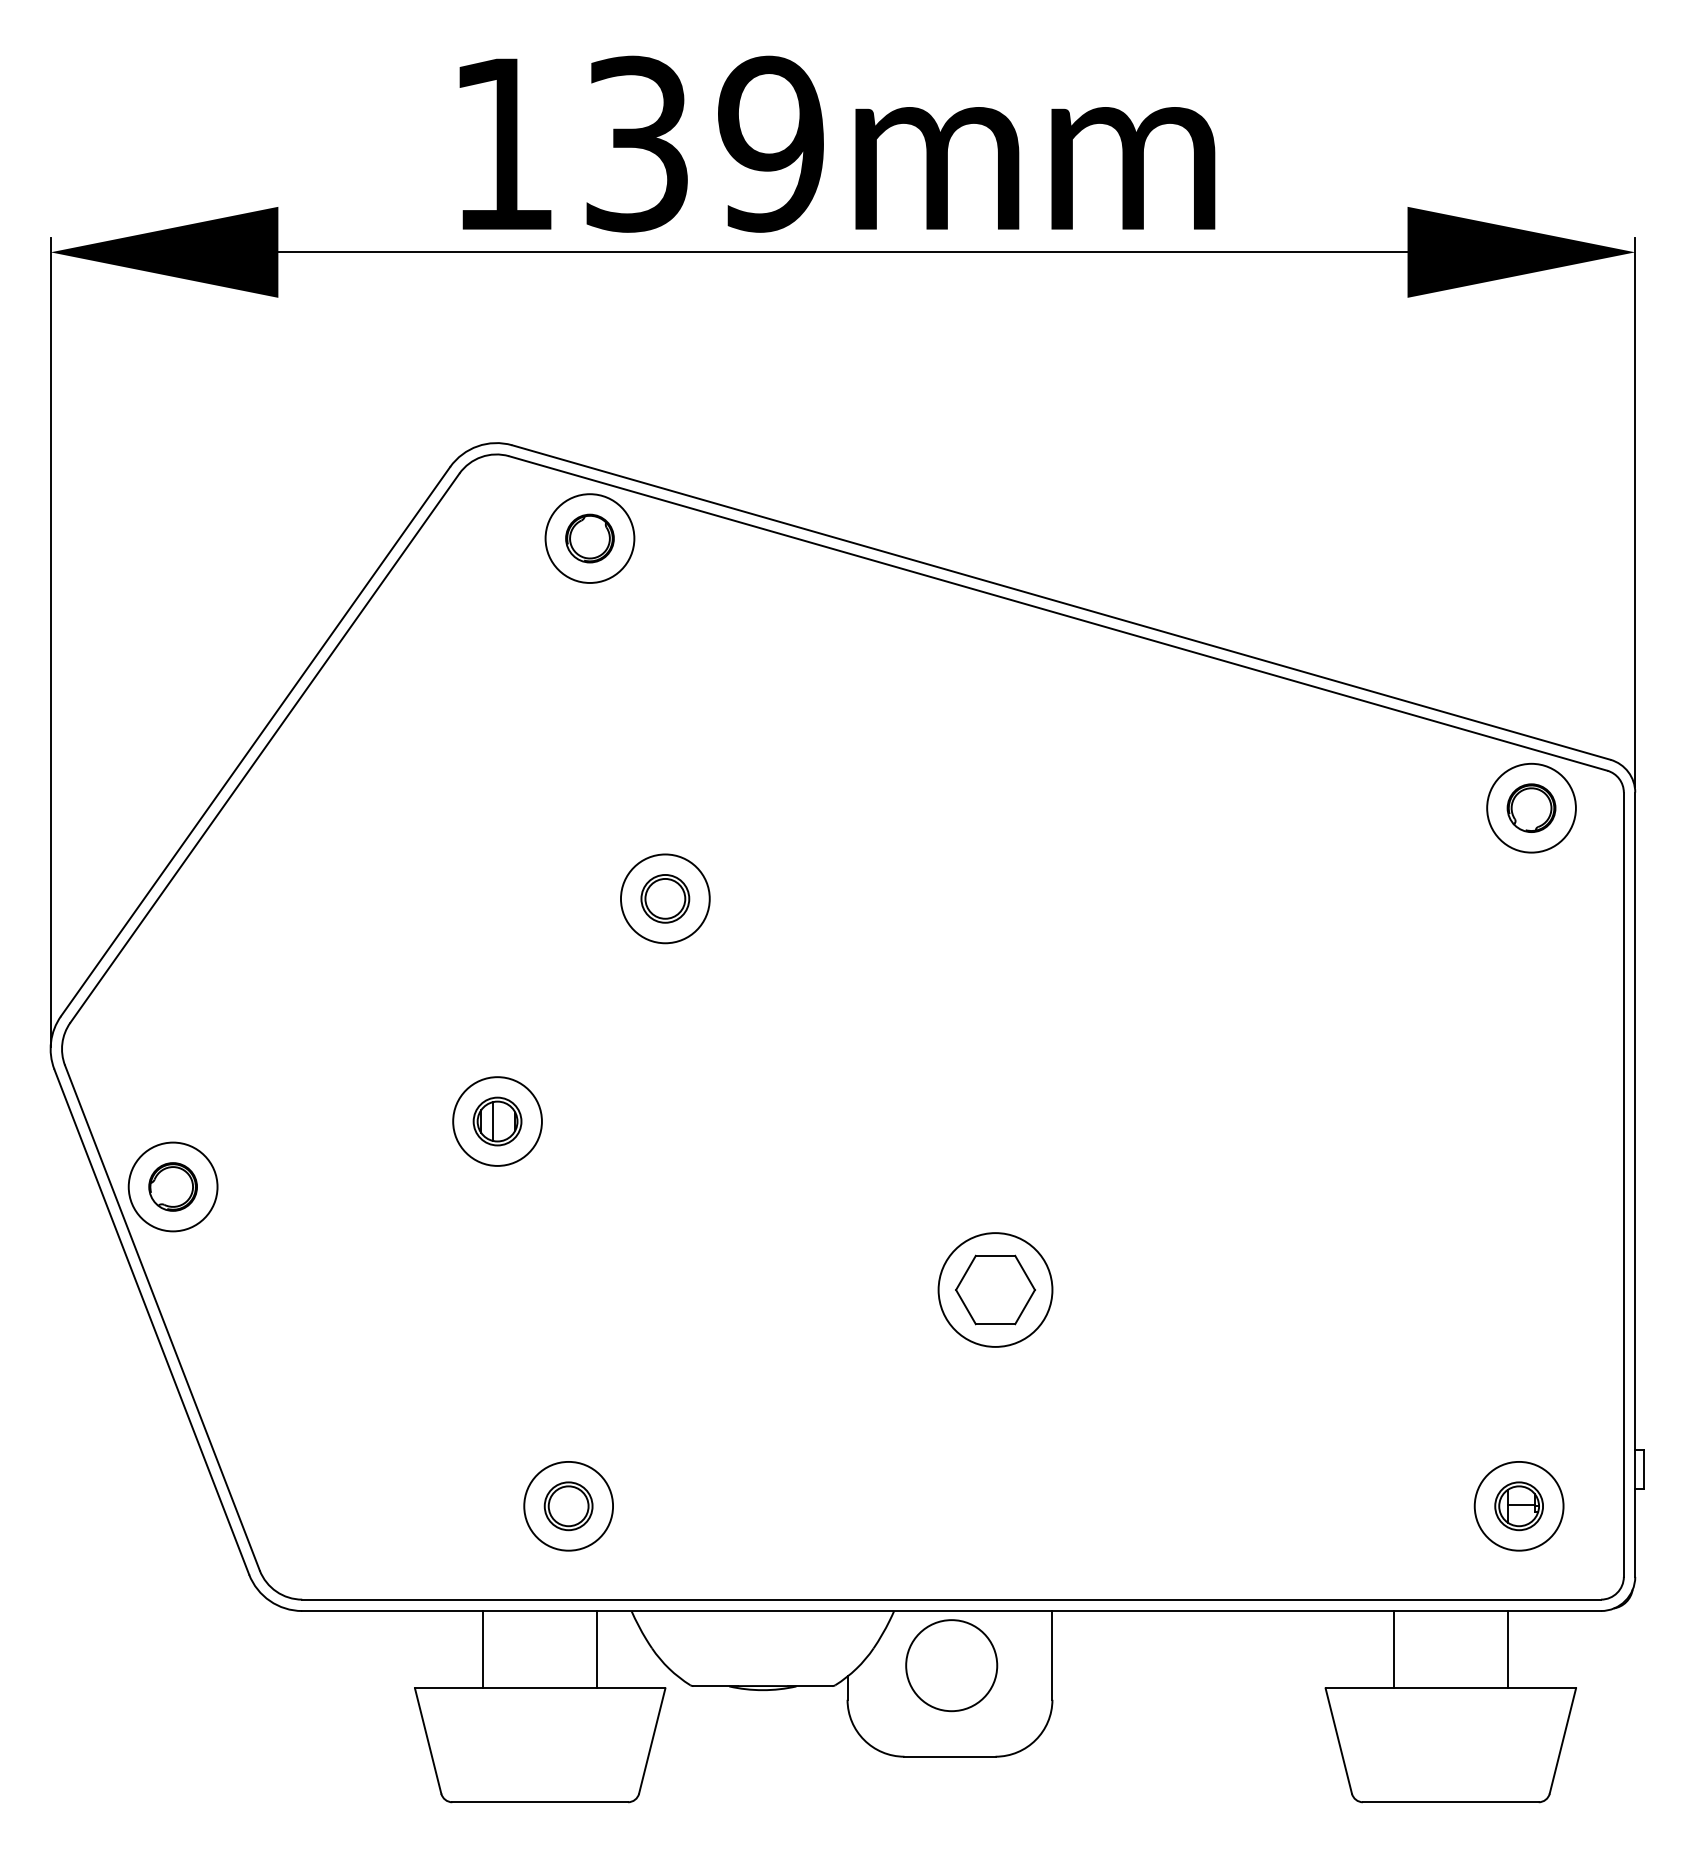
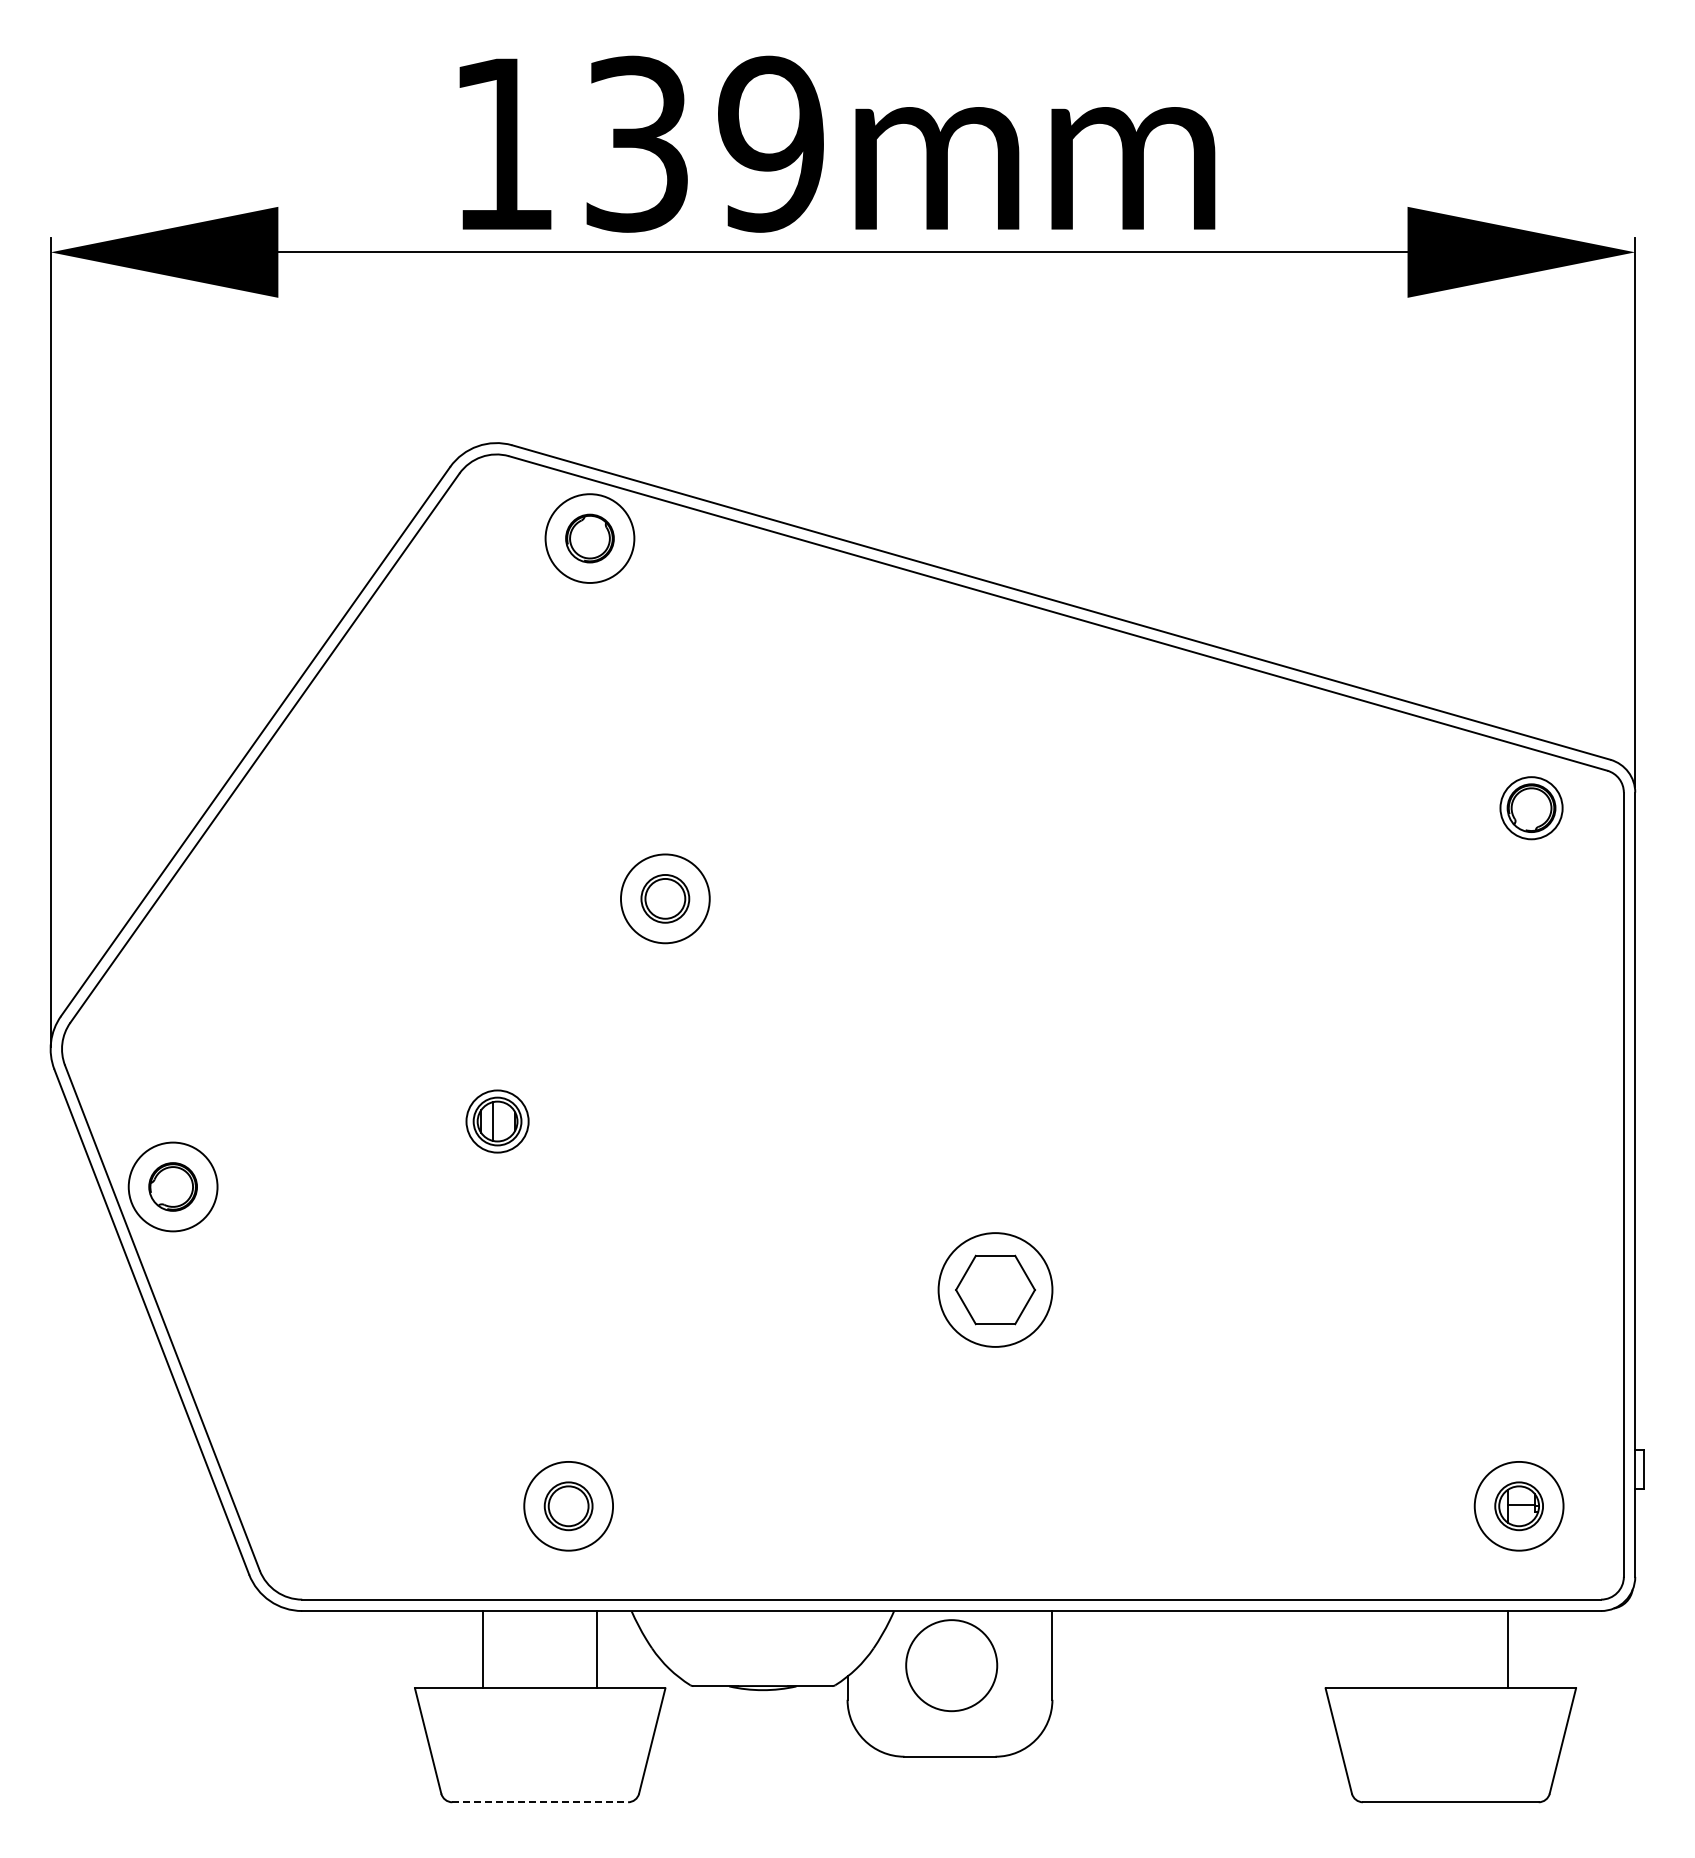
circle at (1531, 807) diameter: 89 px -> 62 px
circle at (497, 1121) diameter: 89 px -> 62 px
line at (1393, 1649): present -> none
line at (540, 1802): solid -> dashed
